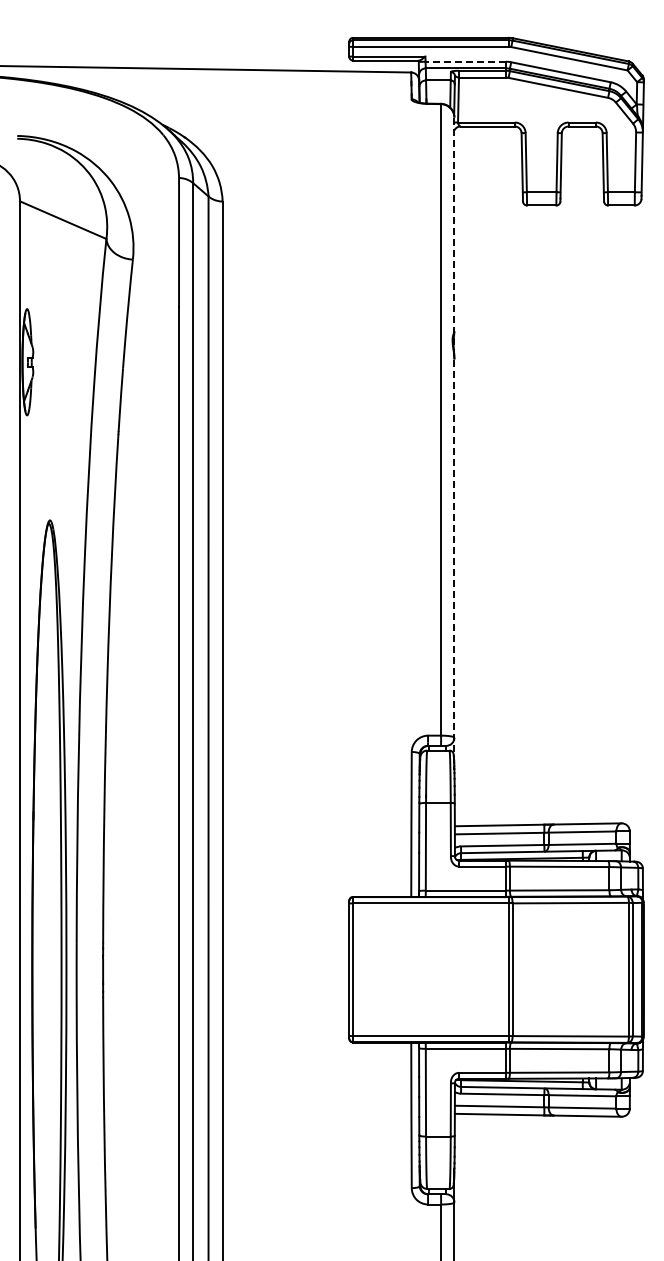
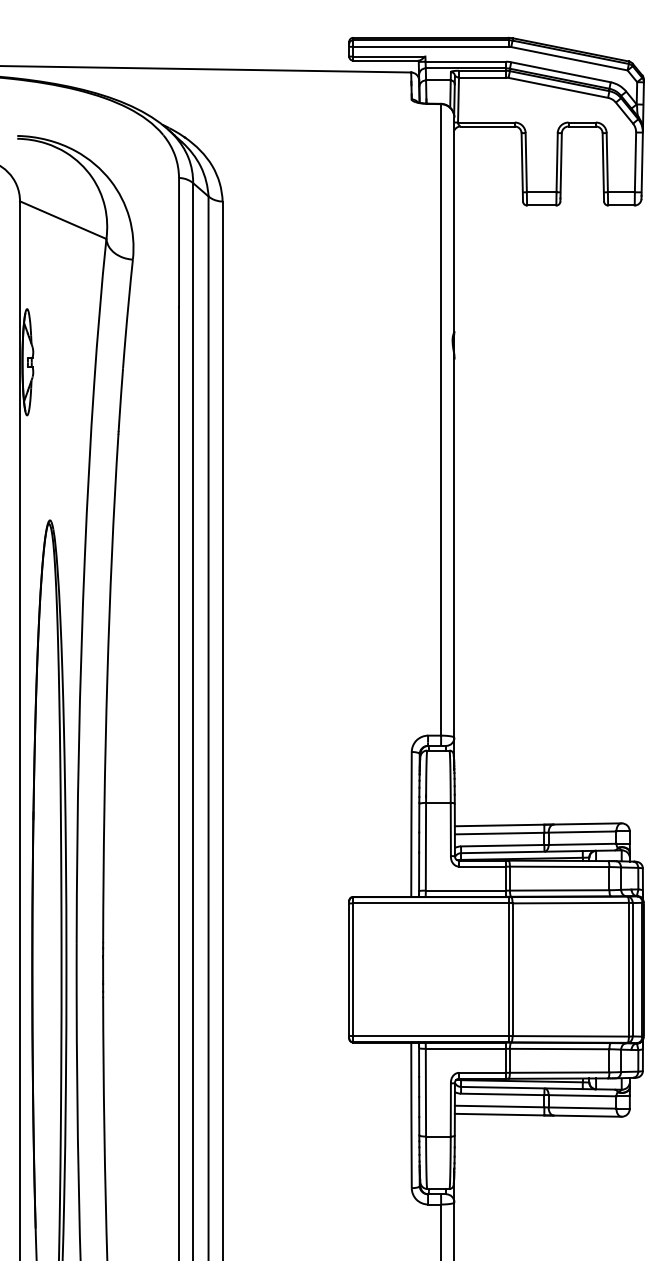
line at (465, 61): dashed -> solid
line at (454, 444): dashed -> solid
